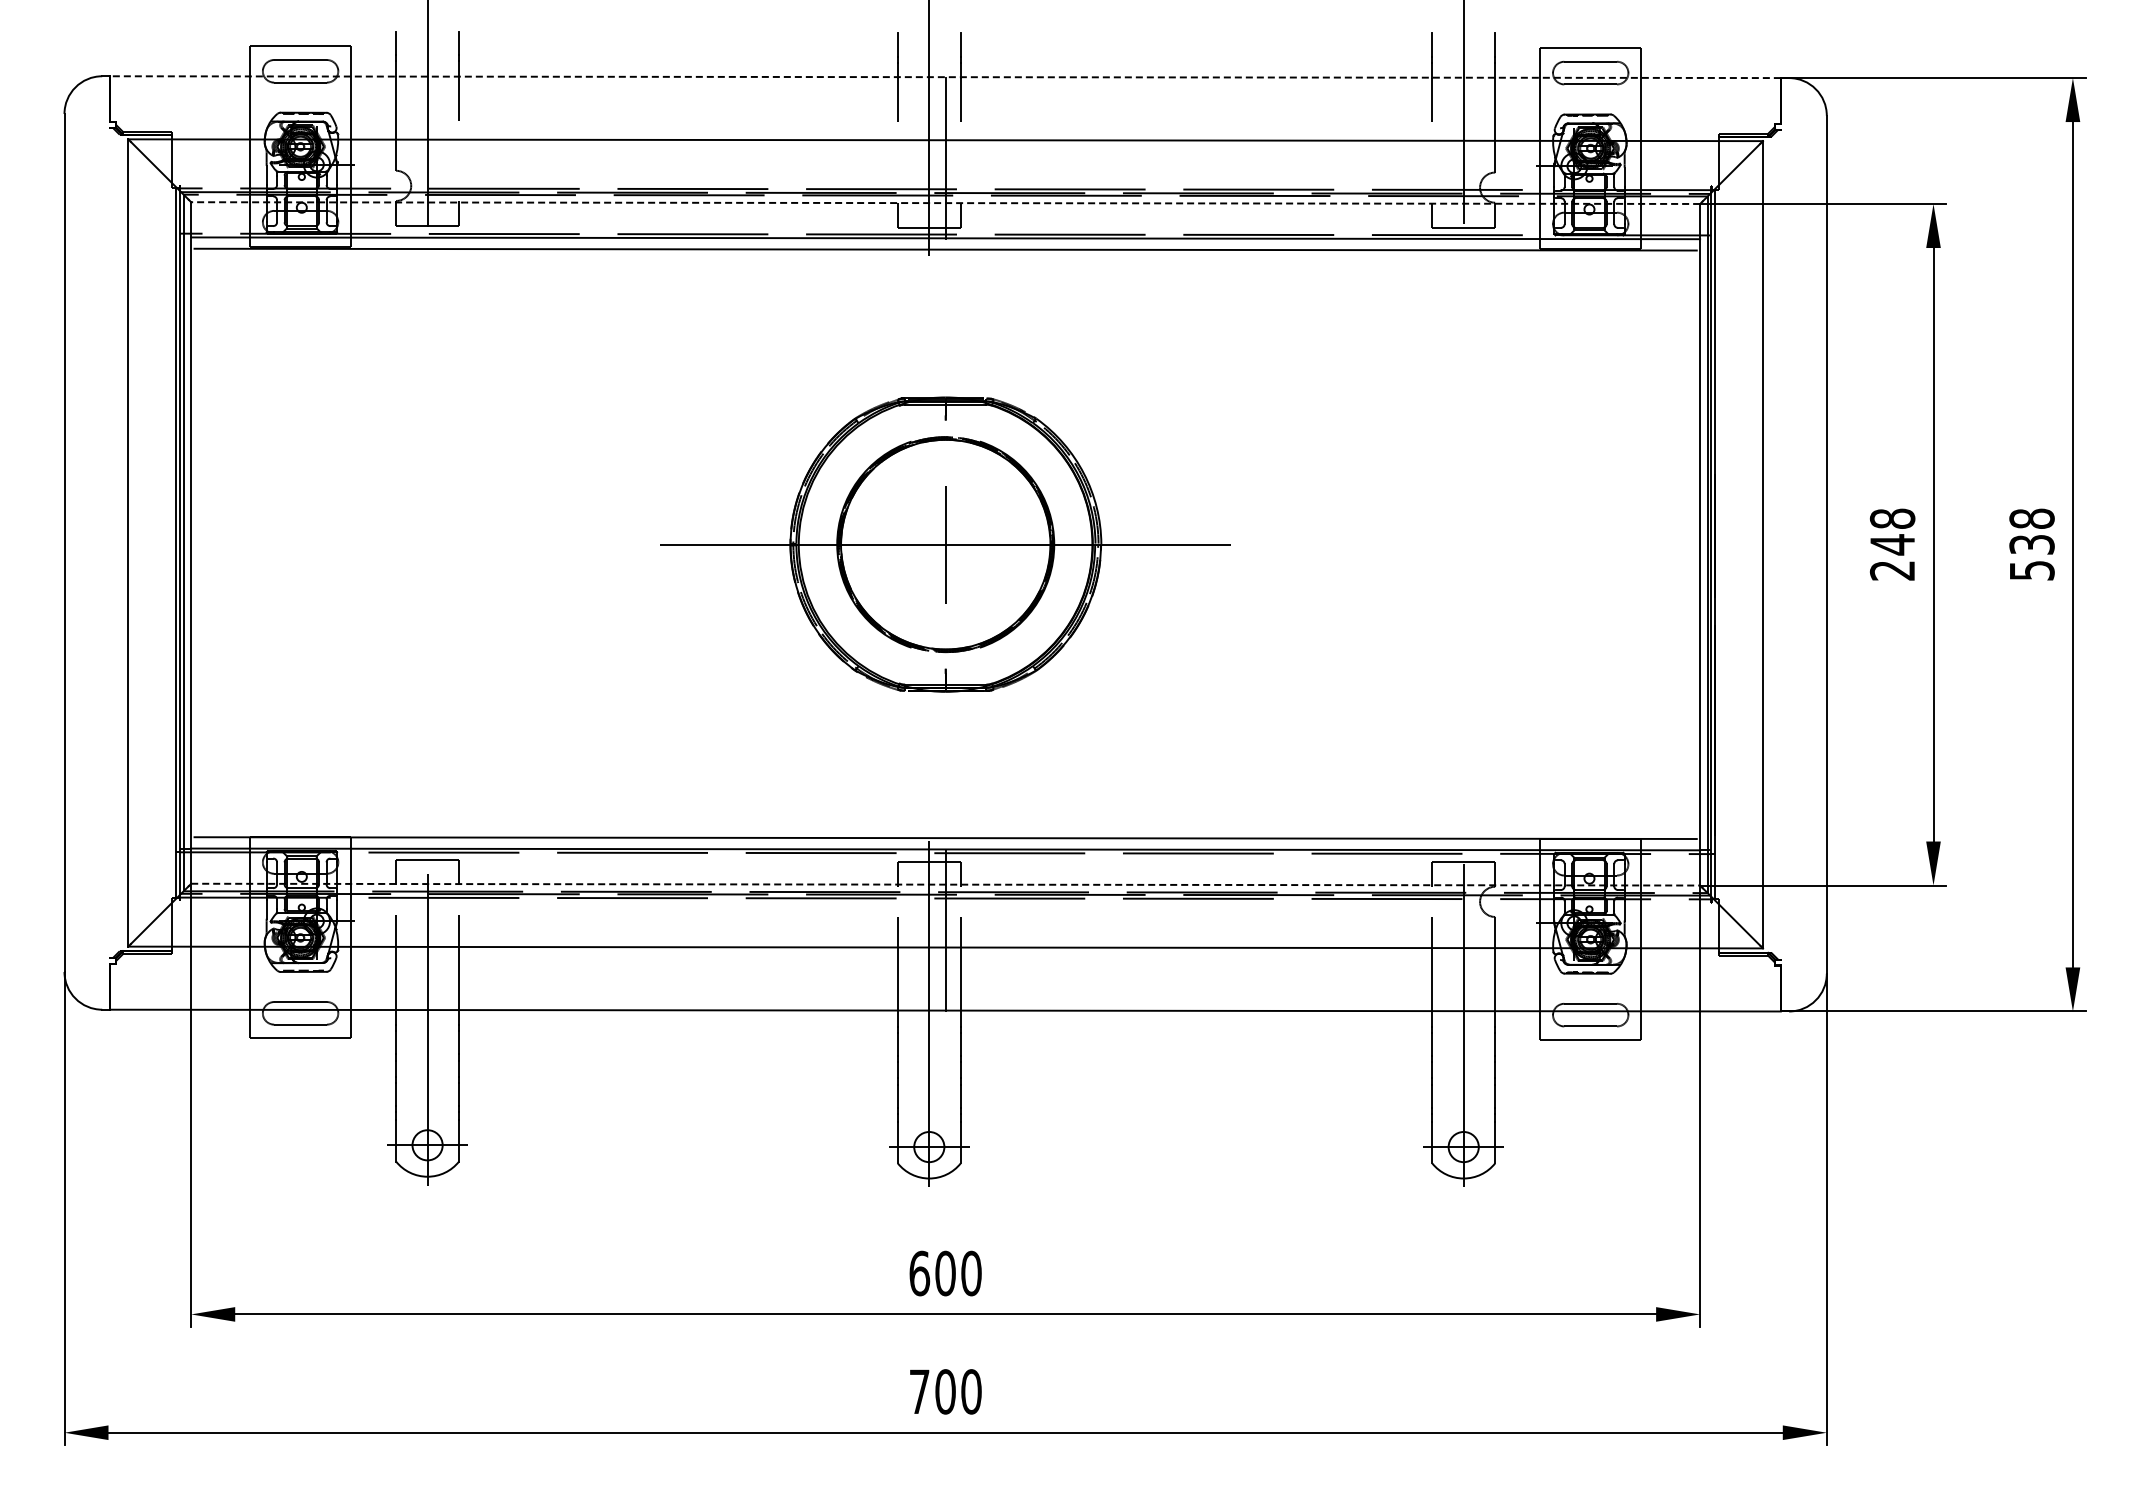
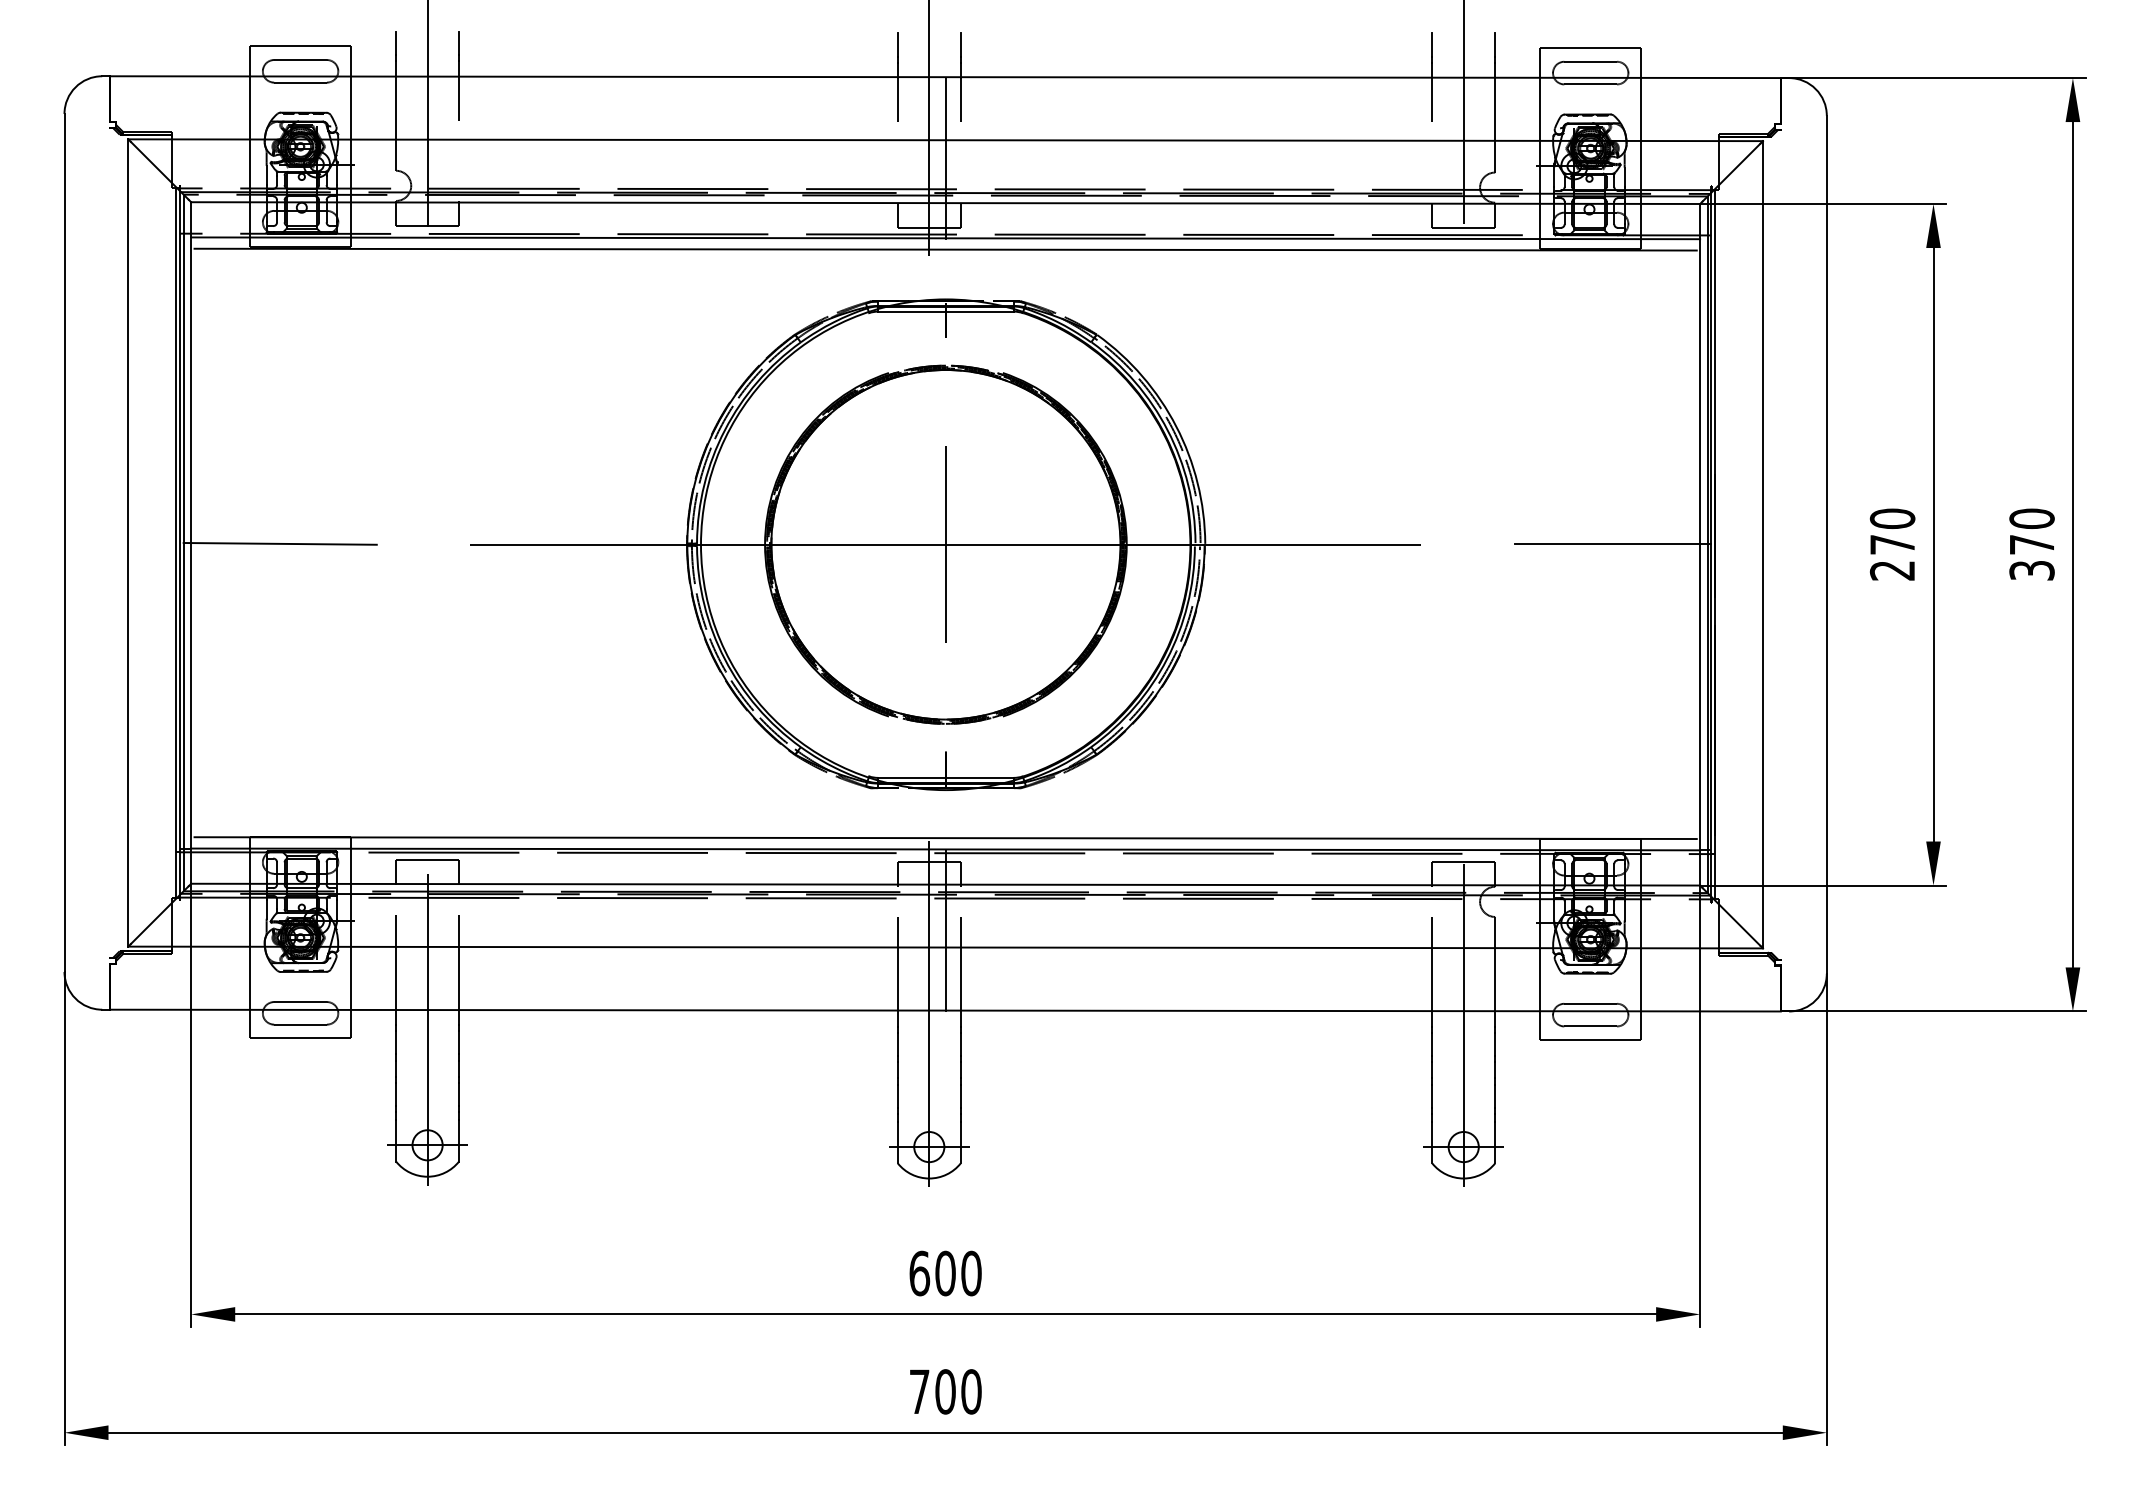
line at (945, 77): dashed -> solid
line at (945, 203): dashed -> solid
text at (1892, 531): 248 -> 270
line at (279, 543): none -> present
text at (2031, 543): 538 -> 370
part at (945, 544) size: 571x297 px -> 951x493 px
line at (1613, 544): none -> present
line at (946, 884): dashed -> solid
